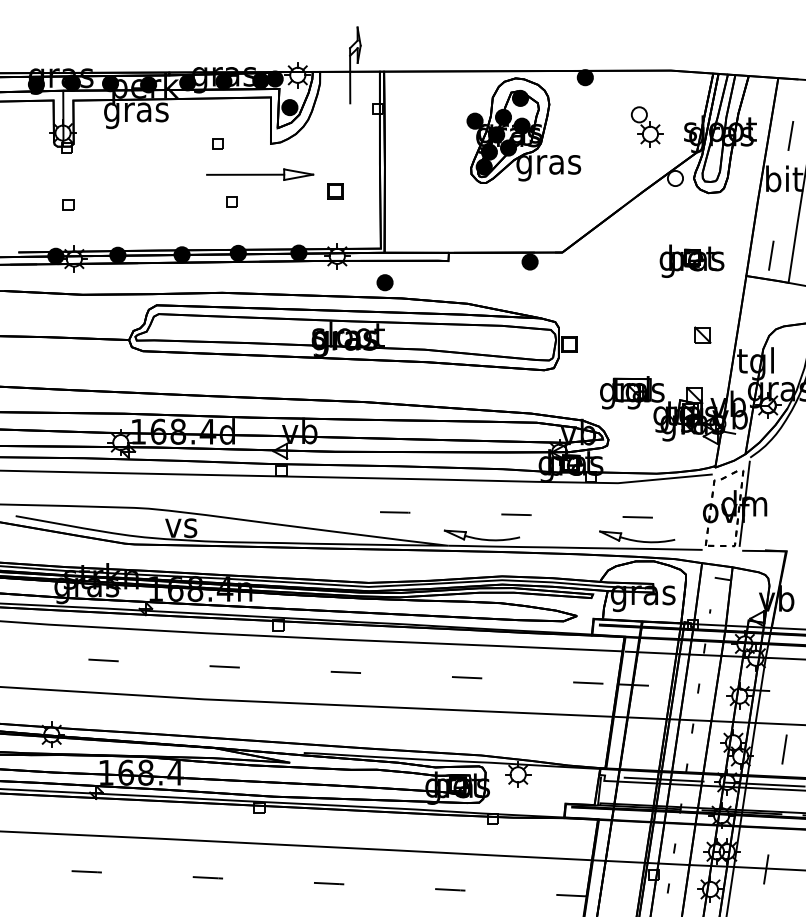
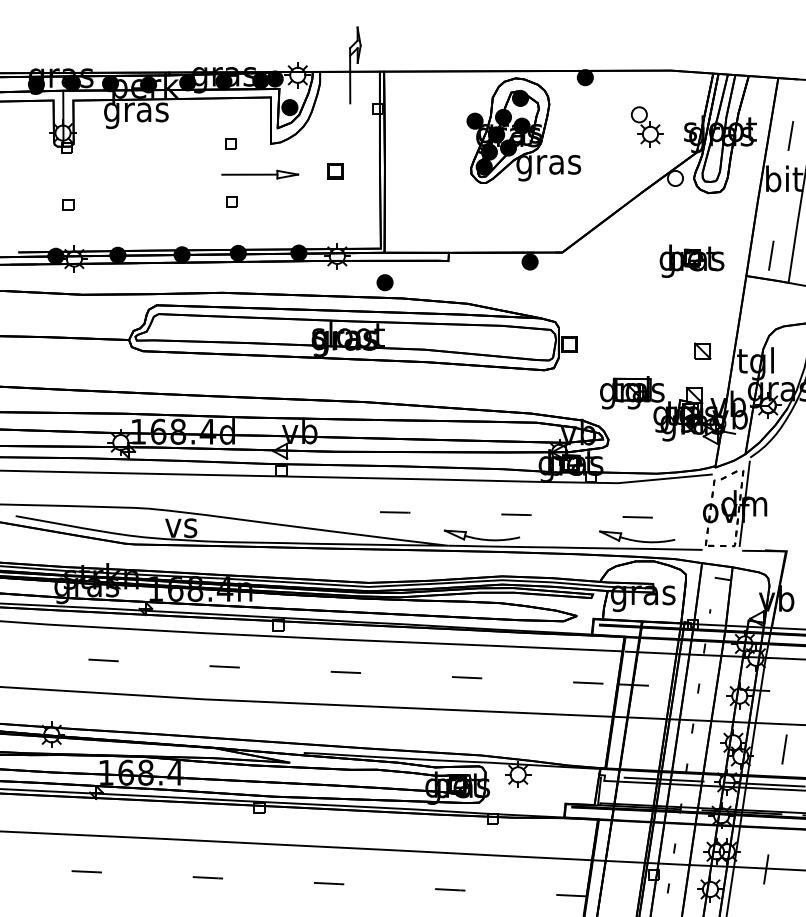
part at (217, 143) position: (217, 143) -> (230, 143)
part at (260, 174) size: 109x13 px -> 79x11 px
part at (335, 191) position: (335, 191) -> (335, 171)
part at (702, 334) position: (702, 334) -> (702, 350)
